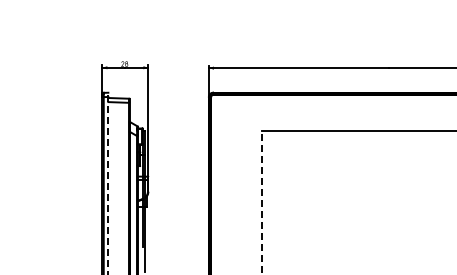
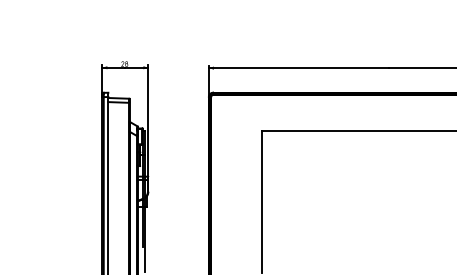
line at (108, 183): dashed -> solid
line at (262, 201): dashed -> solid
